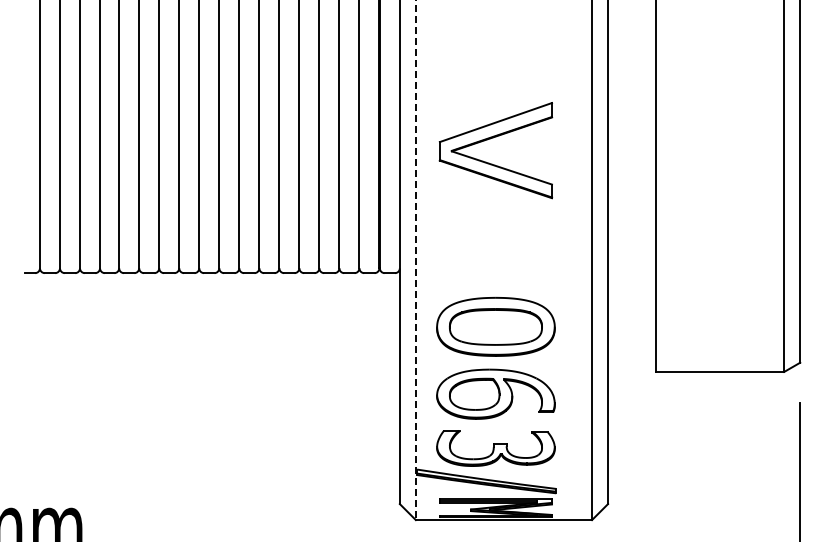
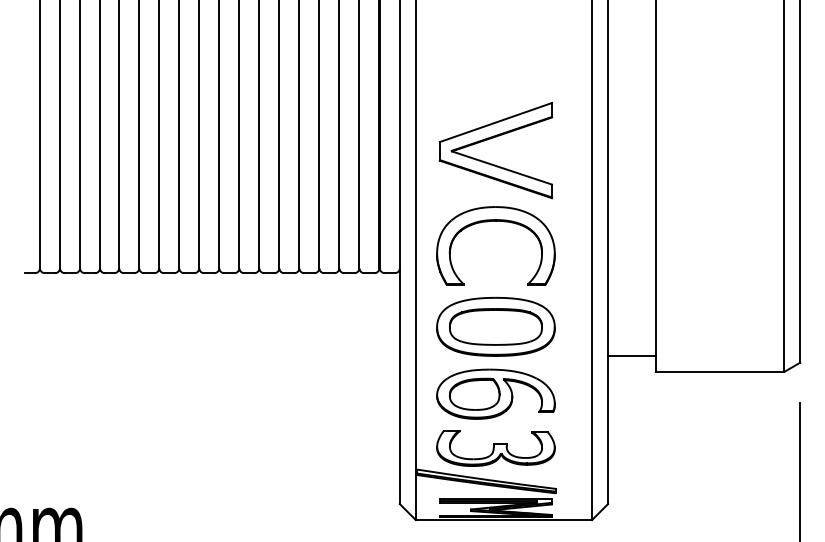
part at (495, 221): none -> present
line at (415, 260): dashed -> solid
line at (632, 355): none -> present
